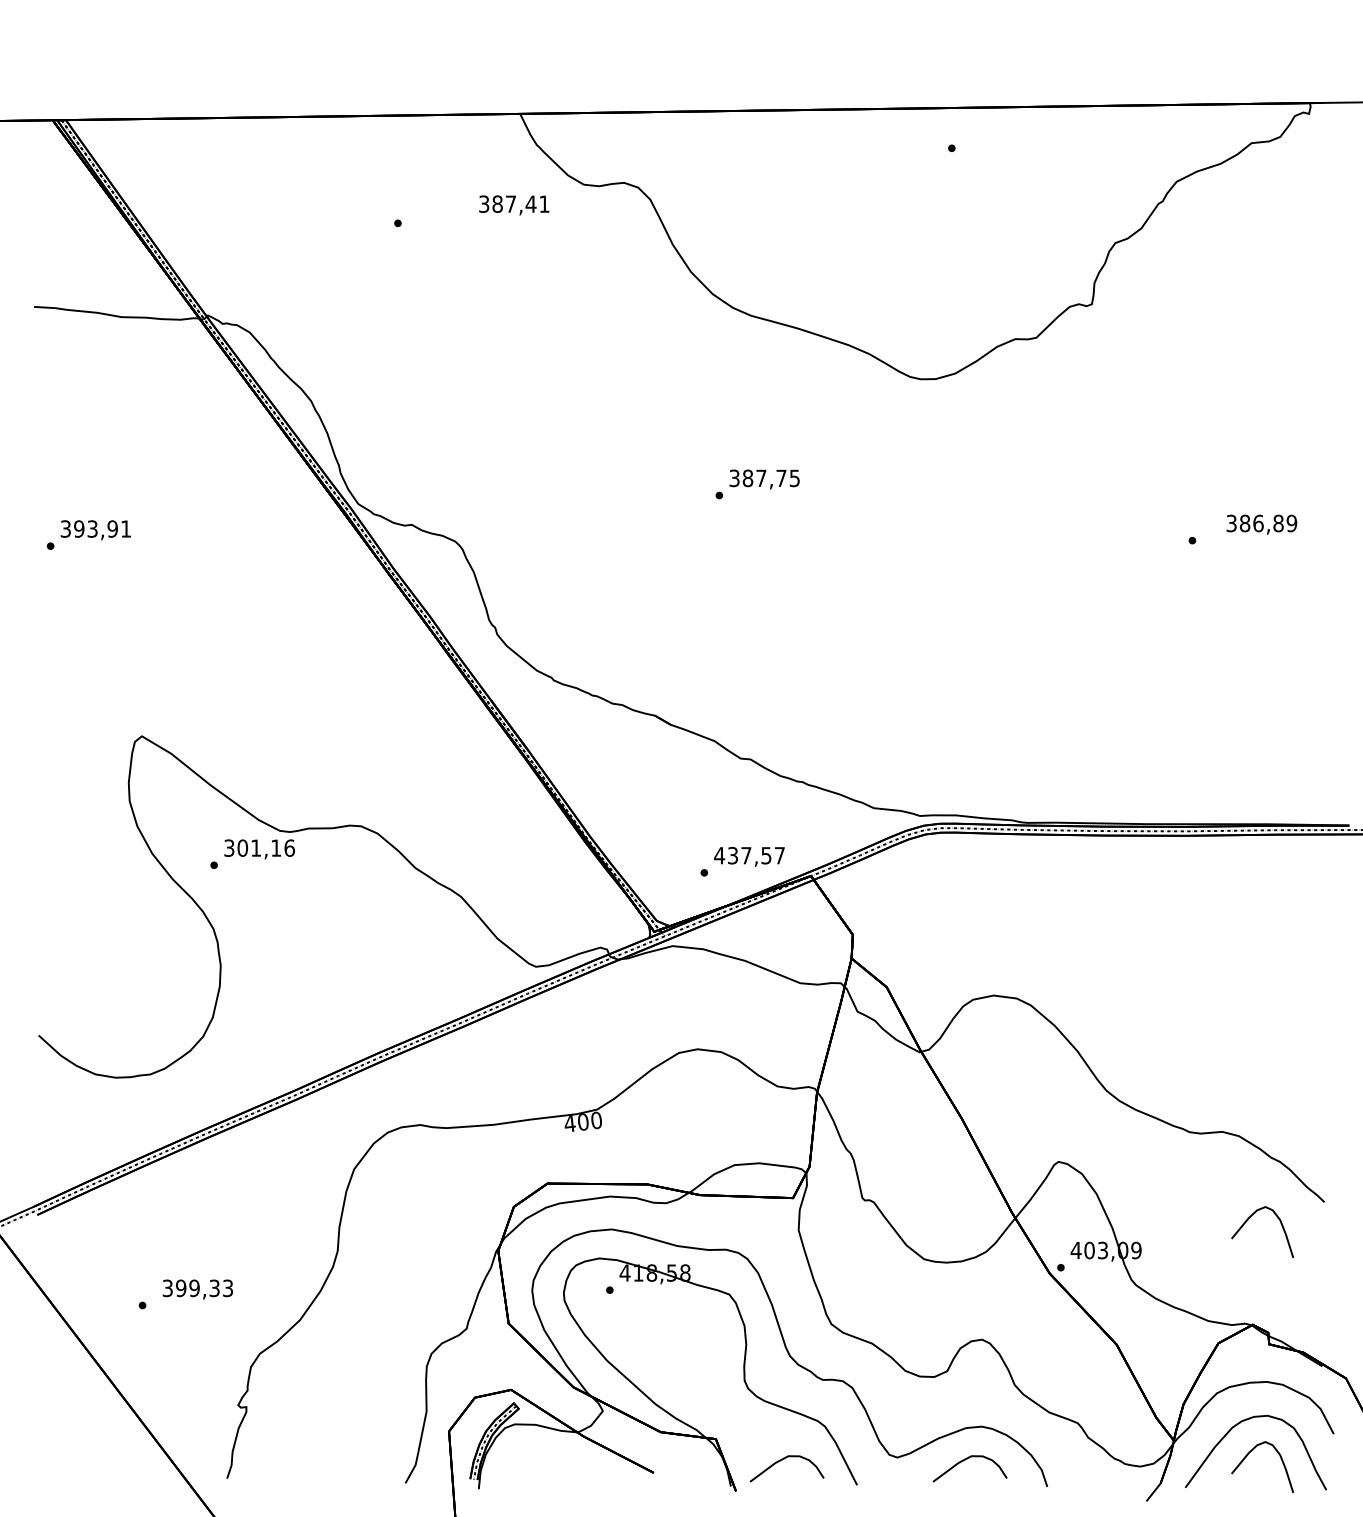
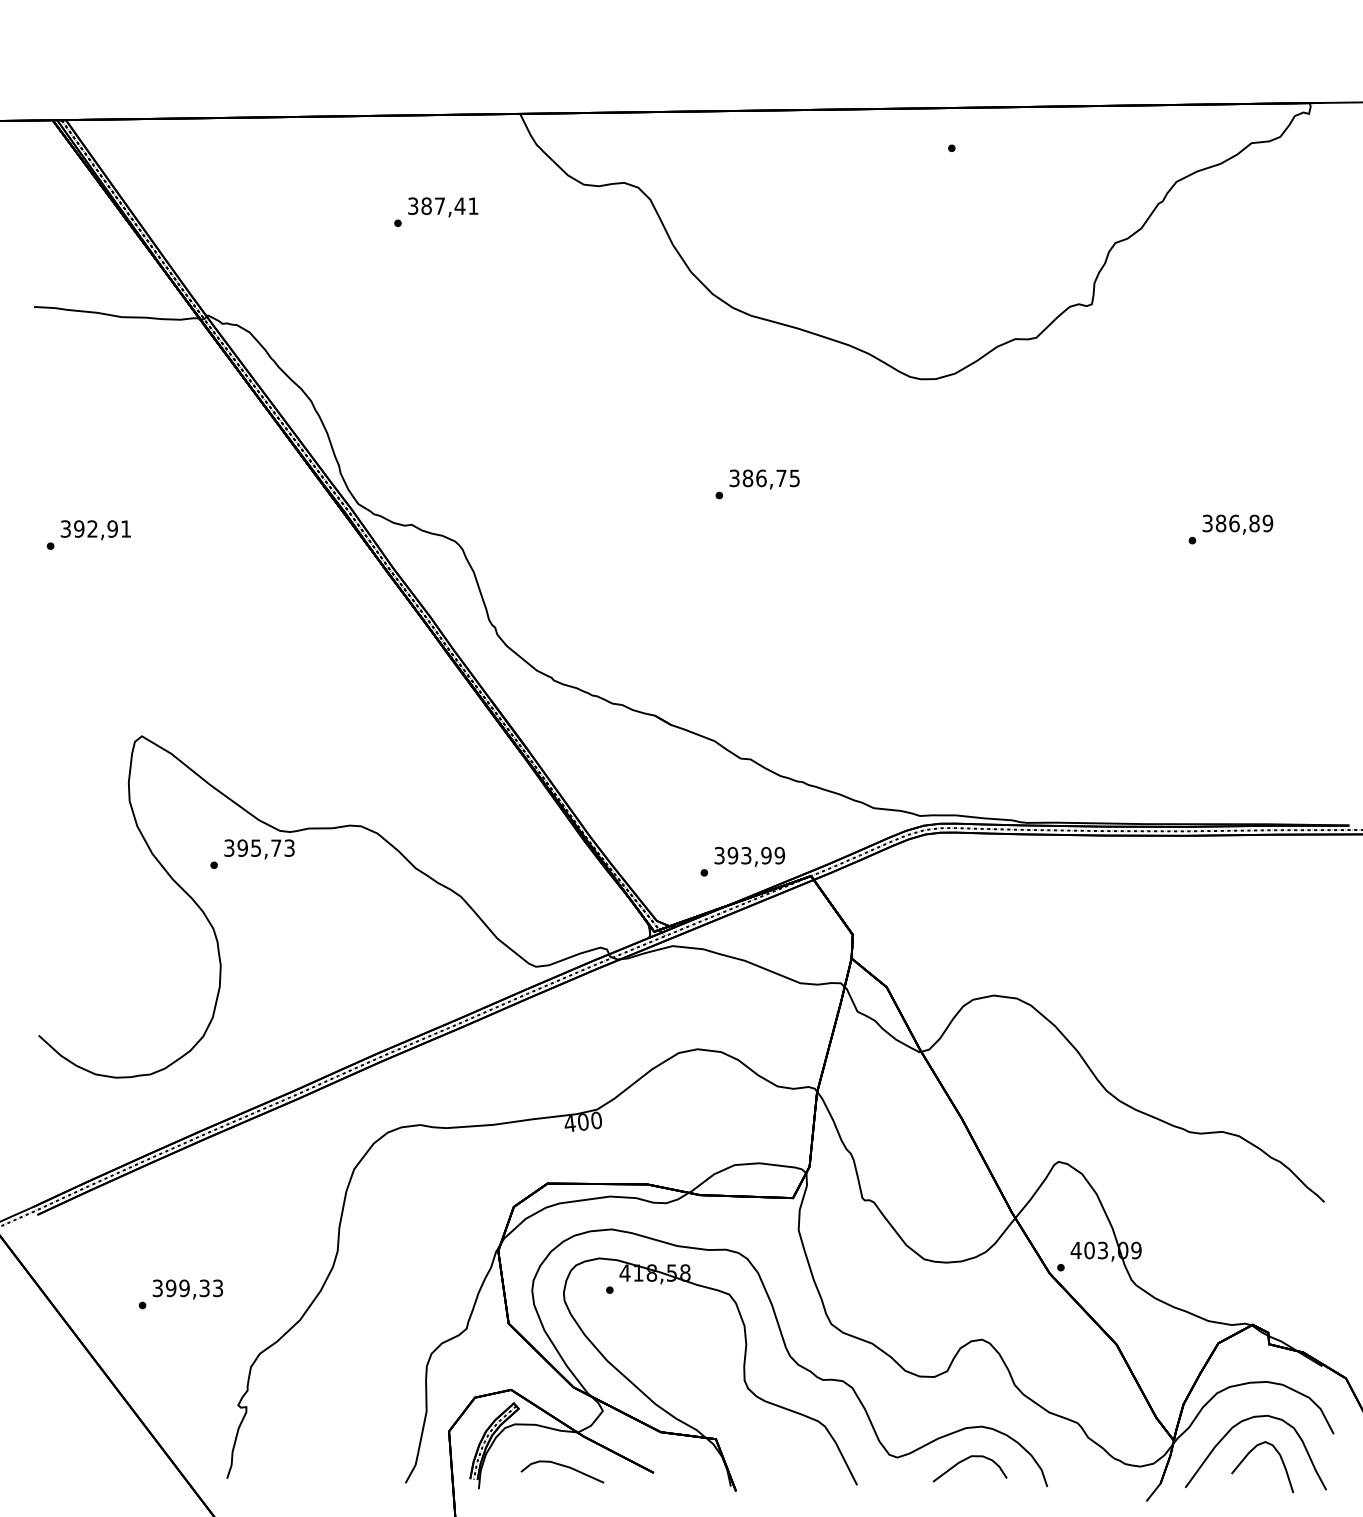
text at (514, 205) position: (514, 205) -> (443, 207)
text at (761, 478): 387,75 -> 386,75
text at (1261, 524) position: (1261, 524) -> (1237, 524)
text at (92, 528): 393,91 -> 392,91
text at (265, 847): 301,16 -> 395,73
text at (749, 855): 437,57 -> 393,99
curve at (1248, 1220): present -> none
text at (197, 1289) position: (197, 1289) -> (187, 1289)
curve at (782, 1460): present -> none
curve at (562, 1466): none -> present
